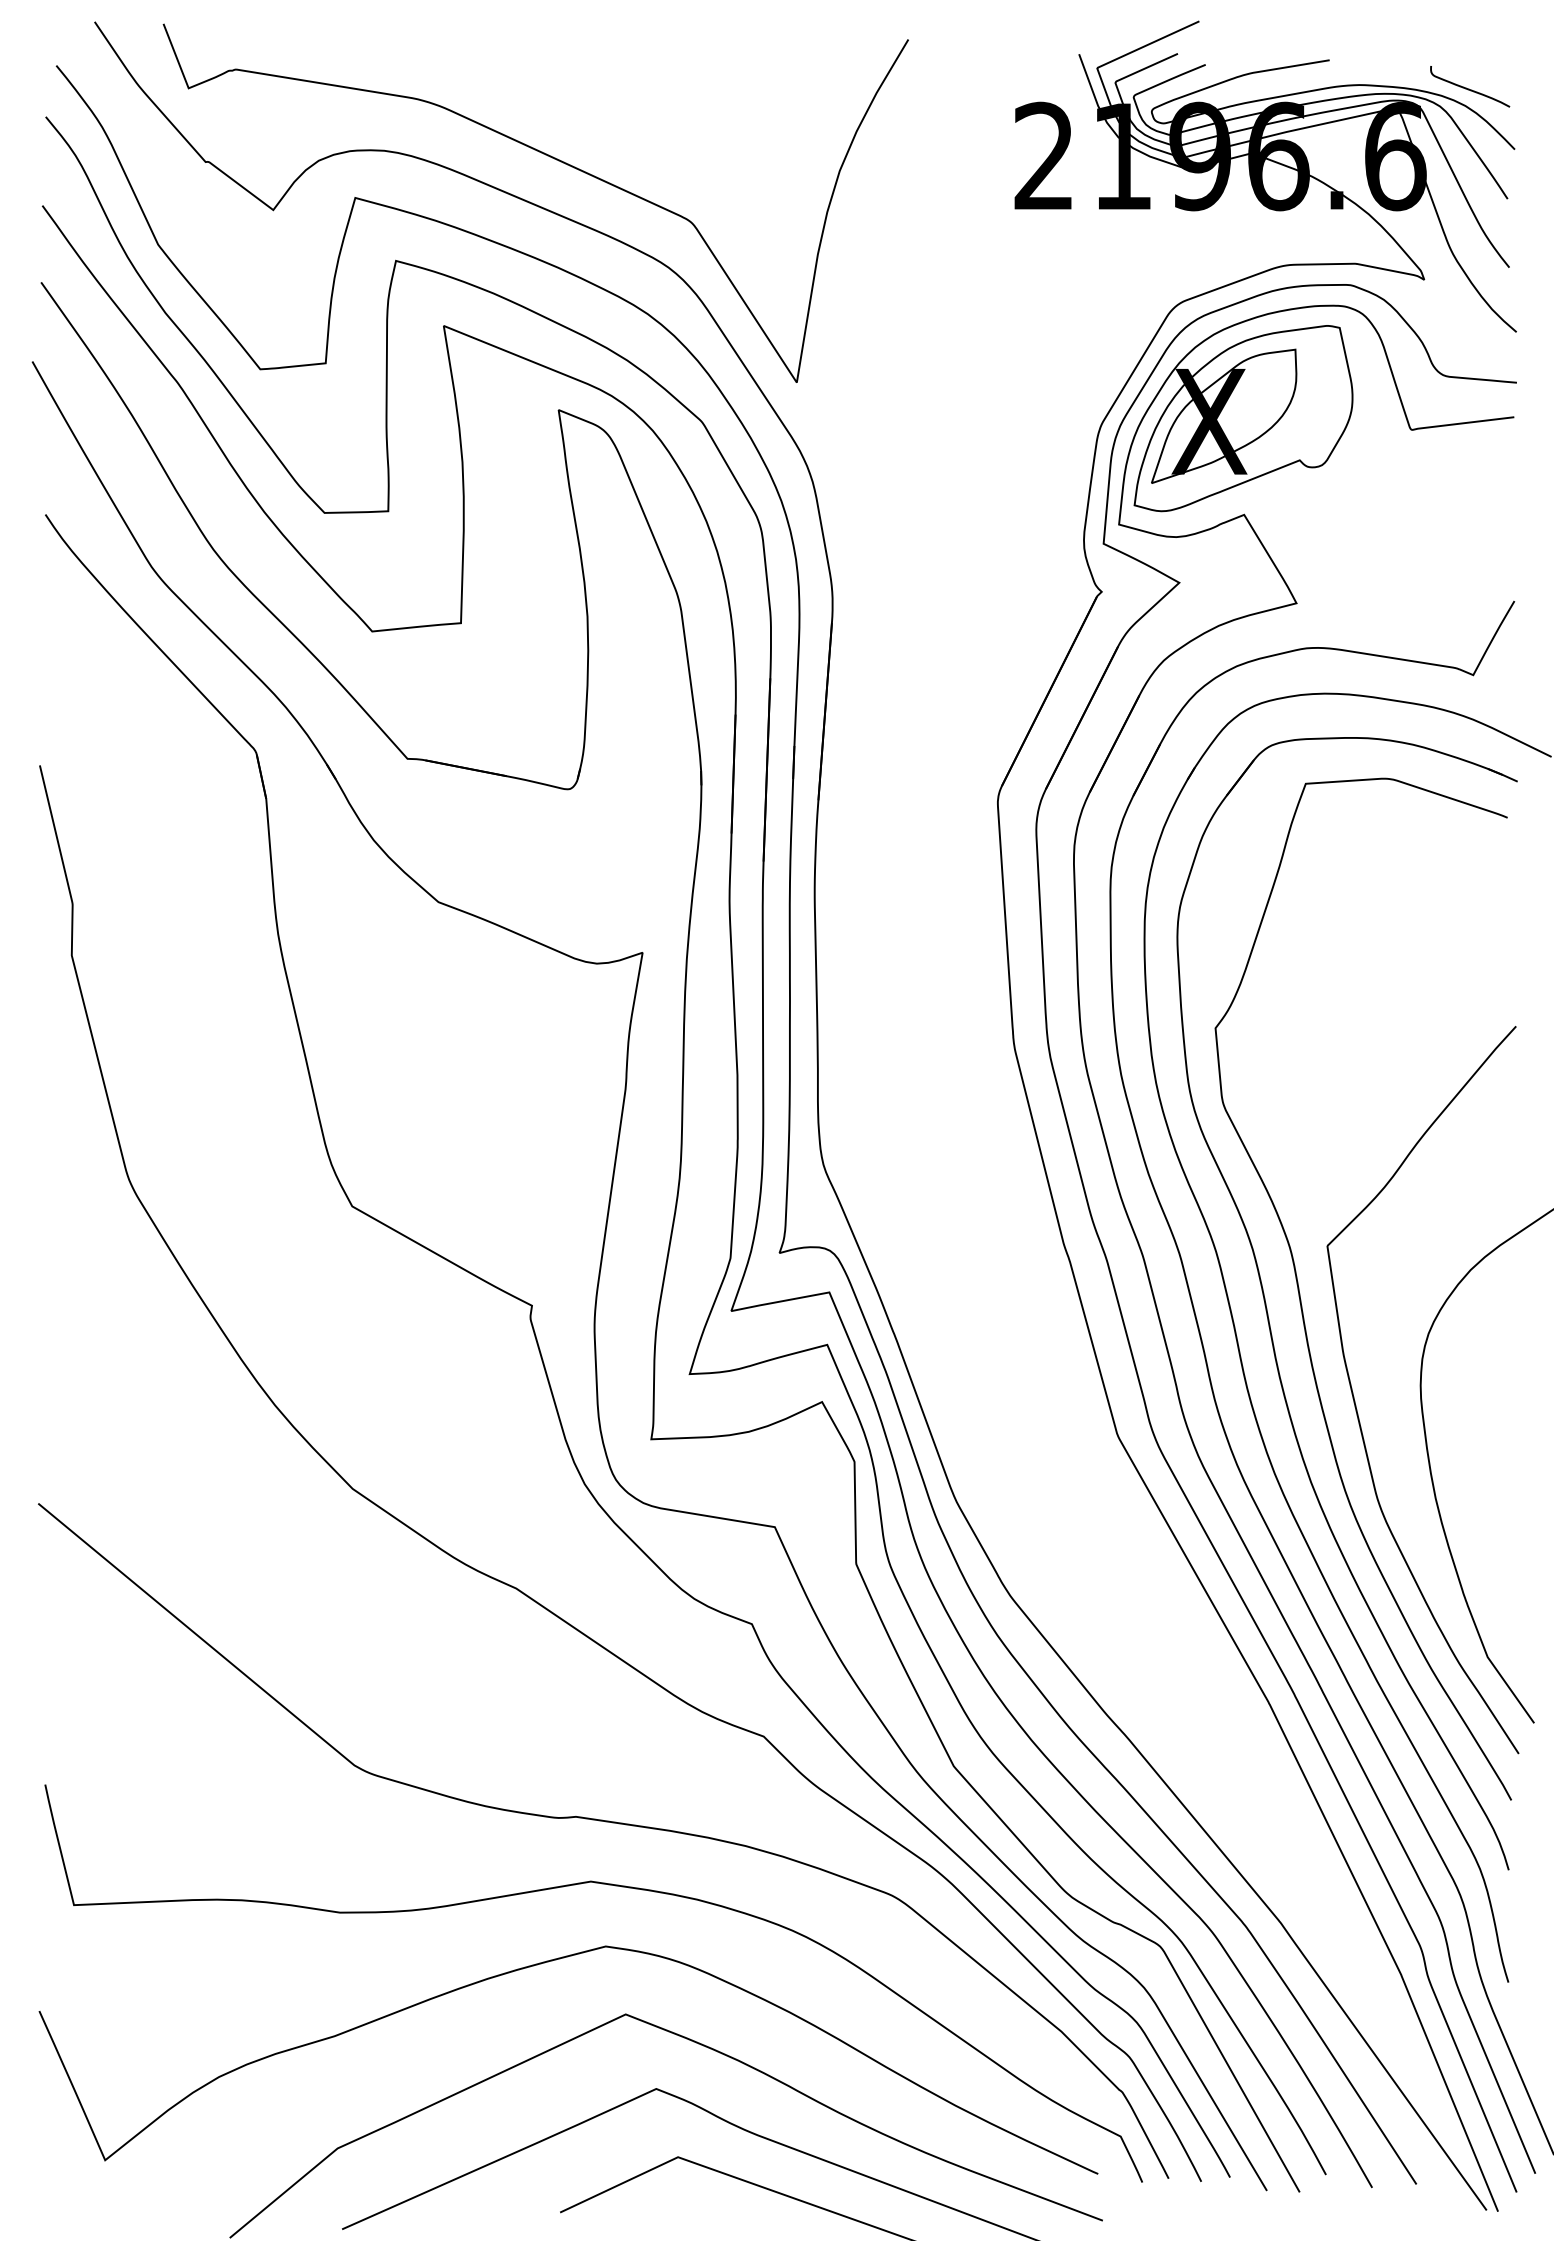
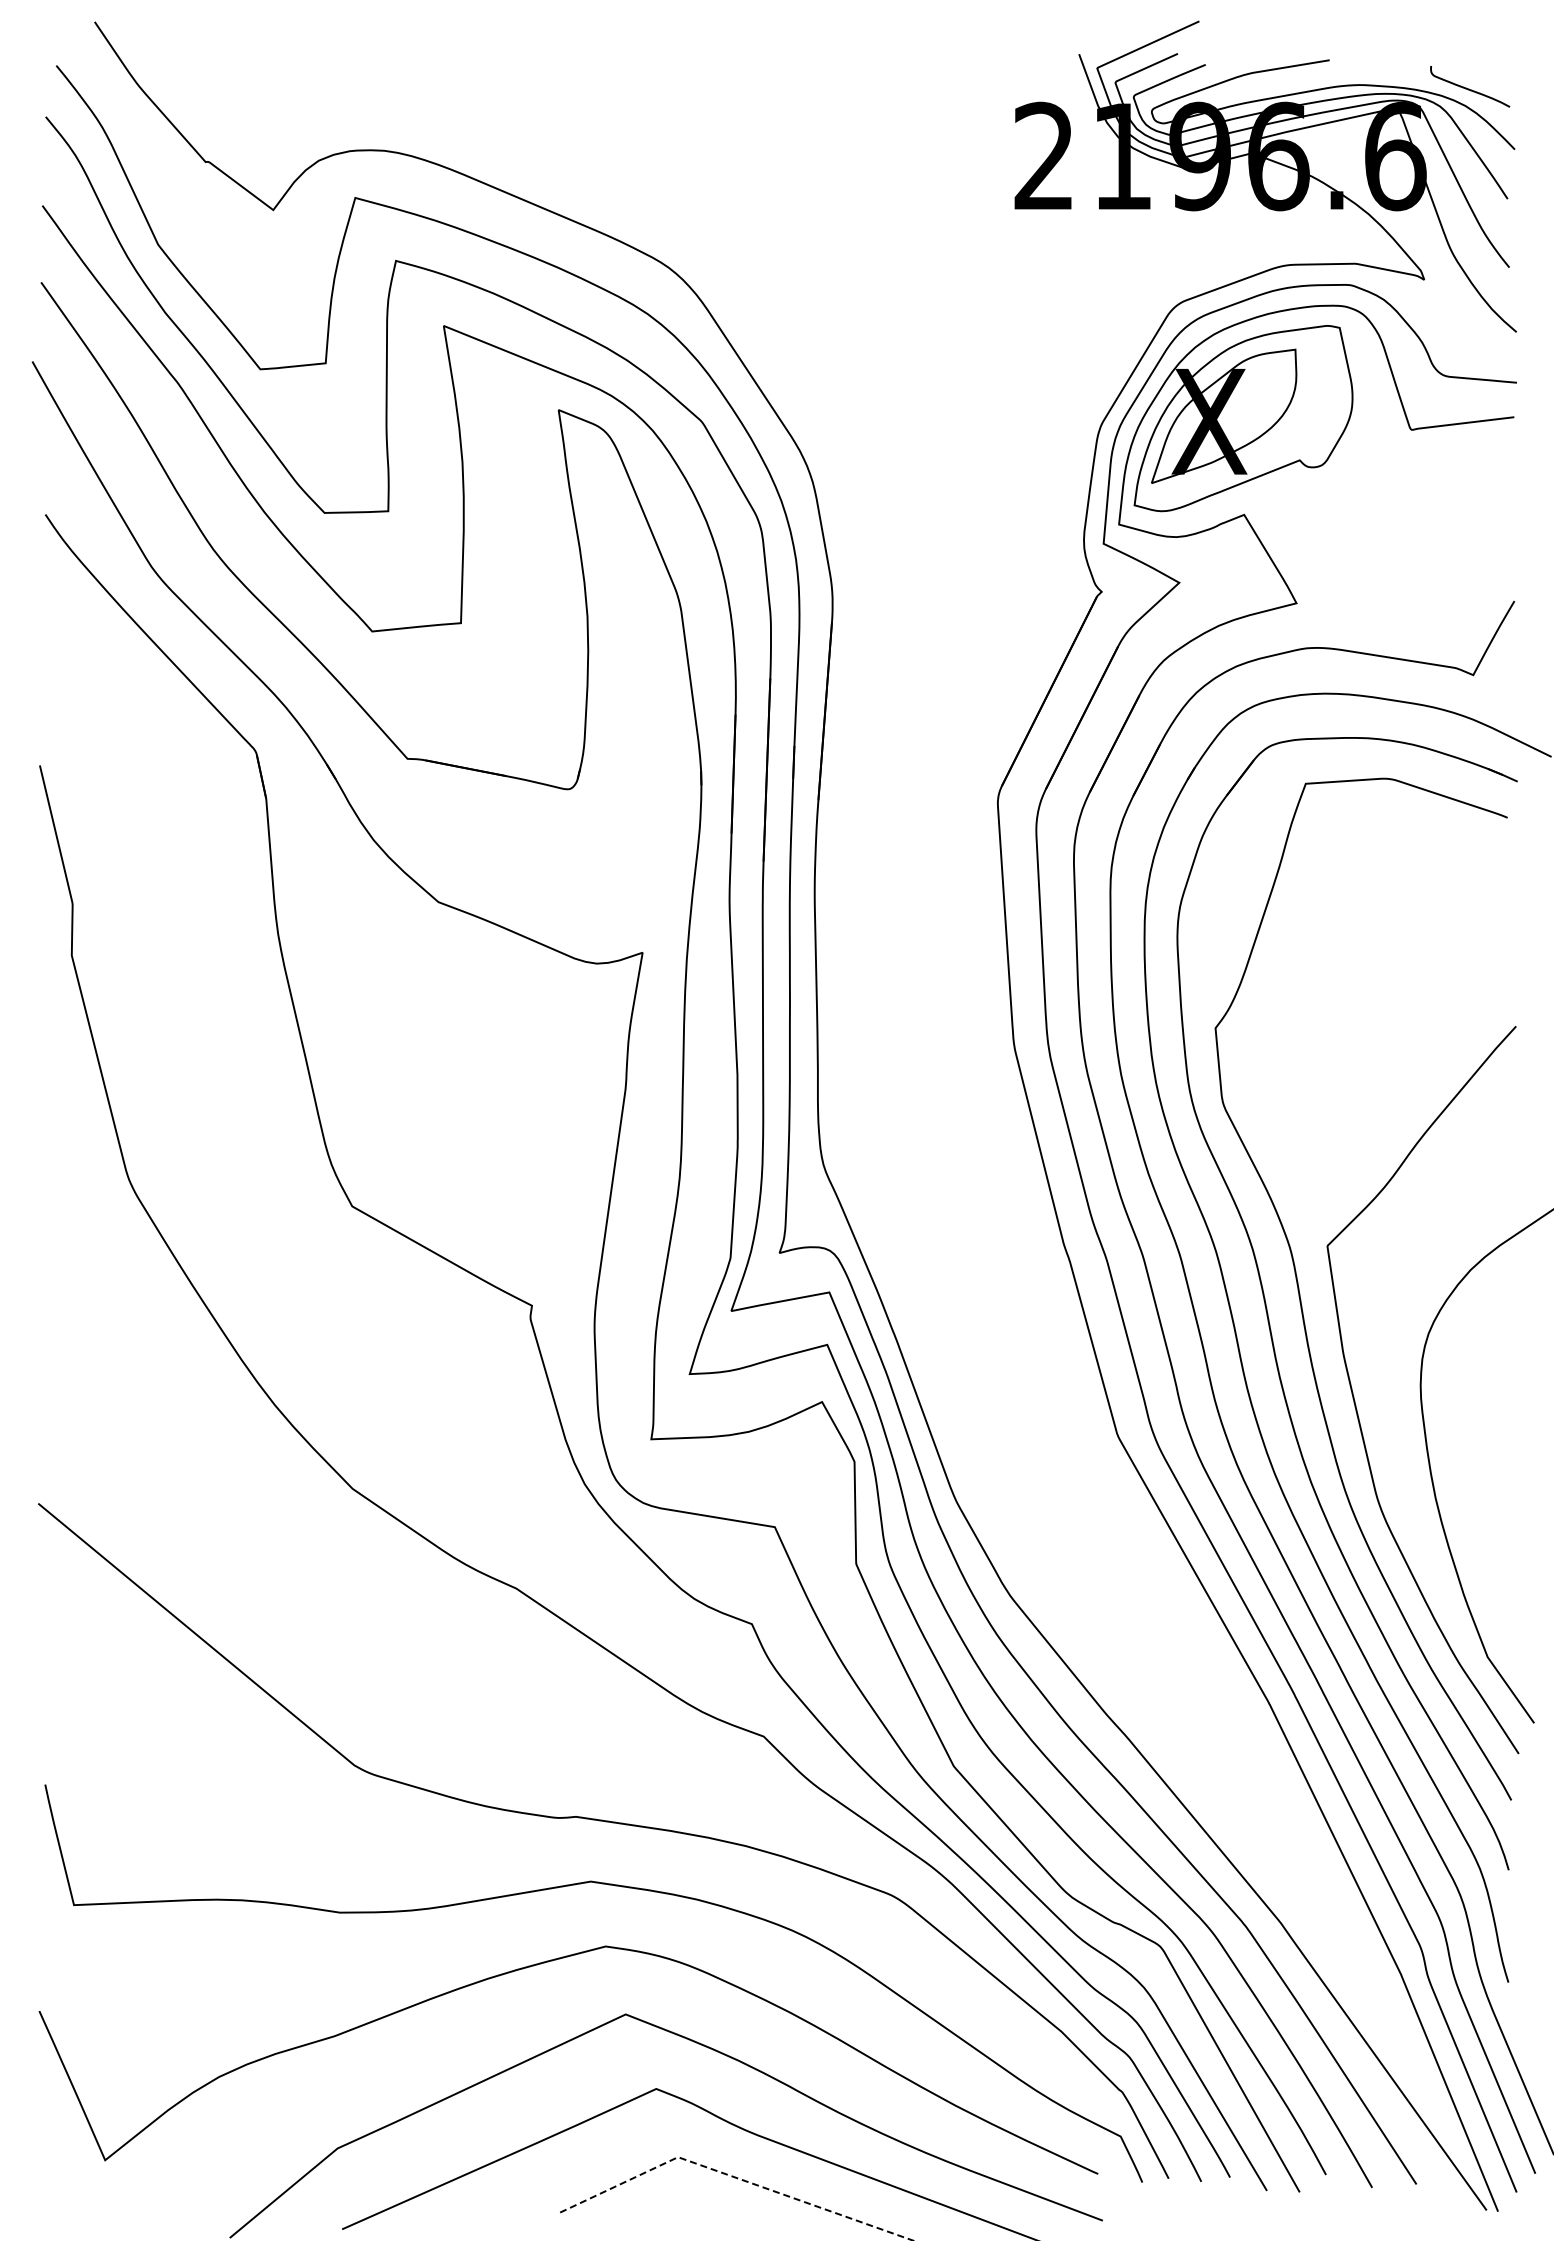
curve at (556, 160): present -> none
line at (733, 2176): solid -> dashed
